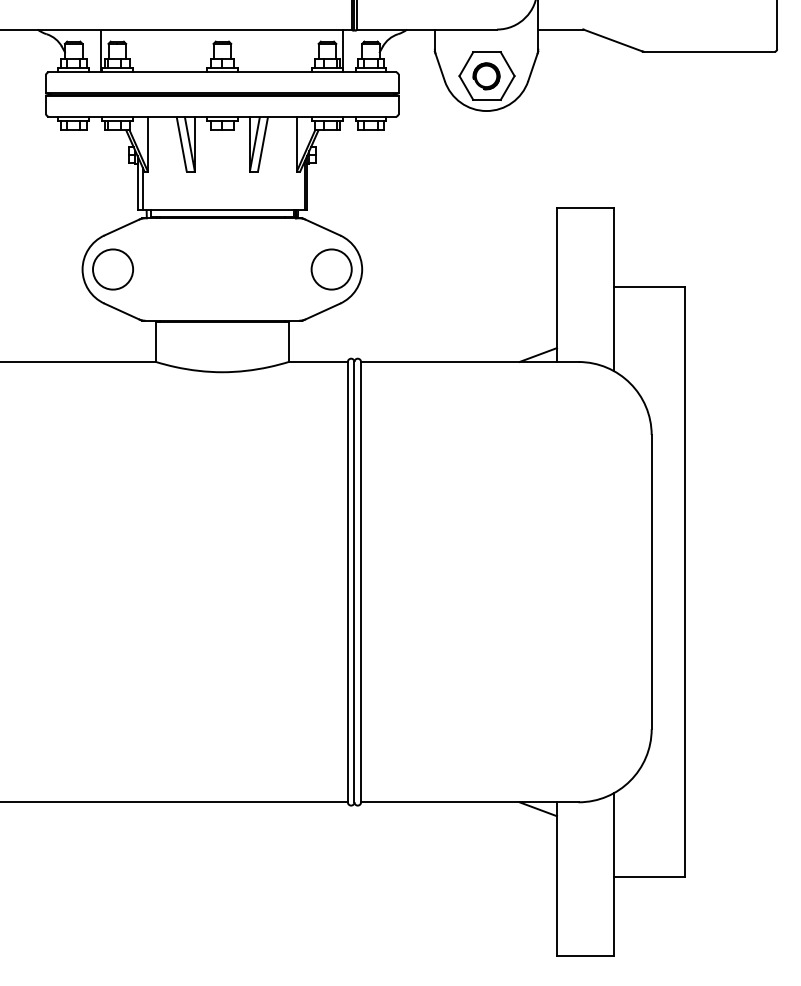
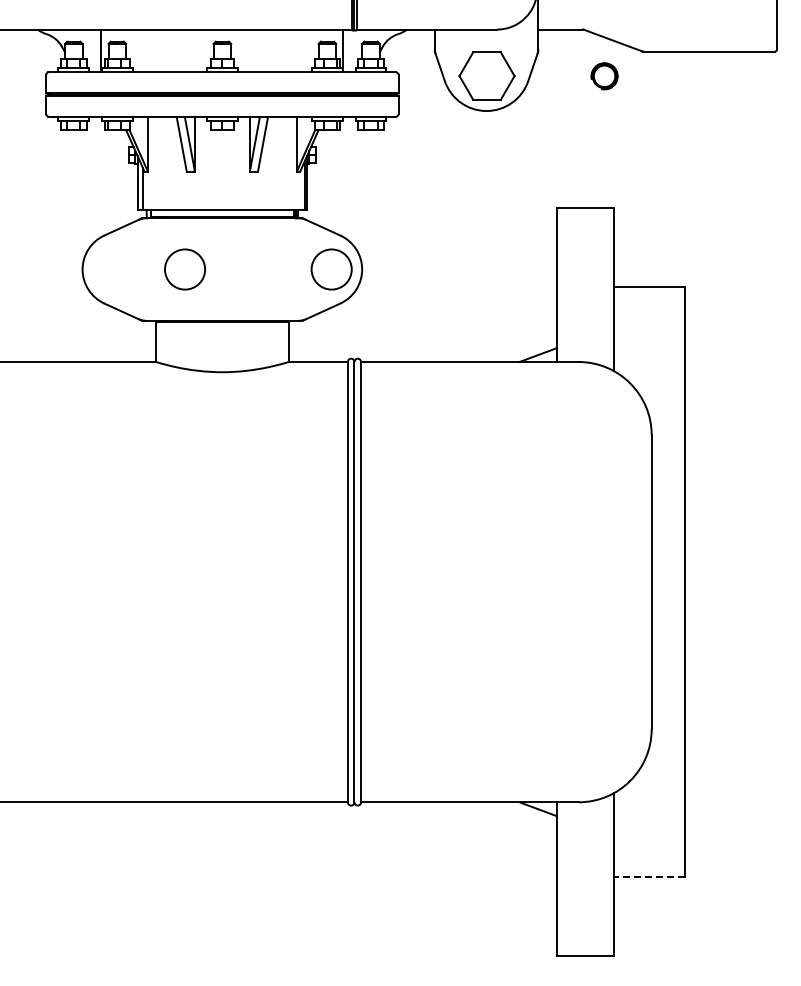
part at (486, 76) position: (486, 76) -> (604, 76)
circle at (112, 269) position: (112, 269) -> (184, 269)
line at (648, 877): solid -> dashed
